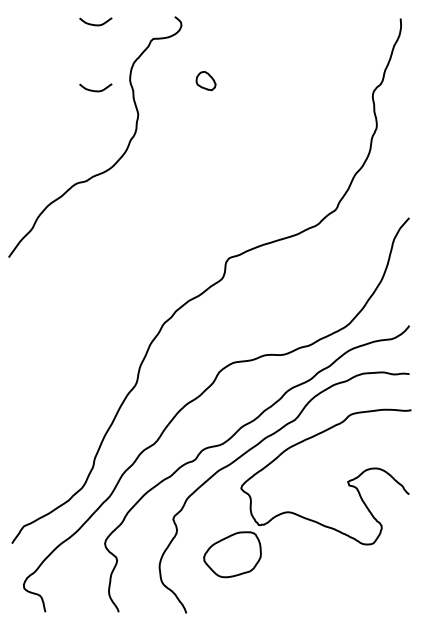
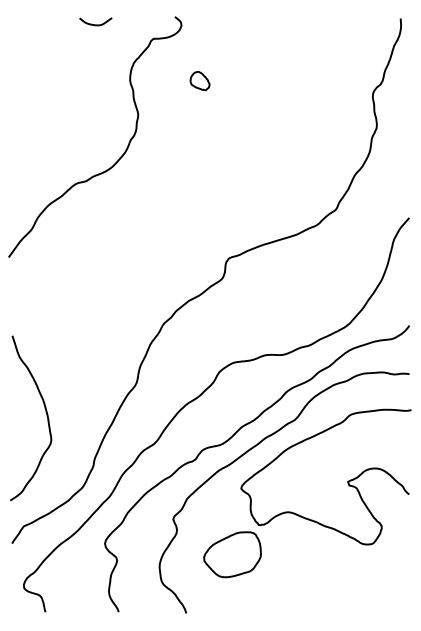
part at (205, 81) position: (205, 81) -> (199, 81)
curve at (95, 90): present -> none
curve at (46, 416): none -> present
